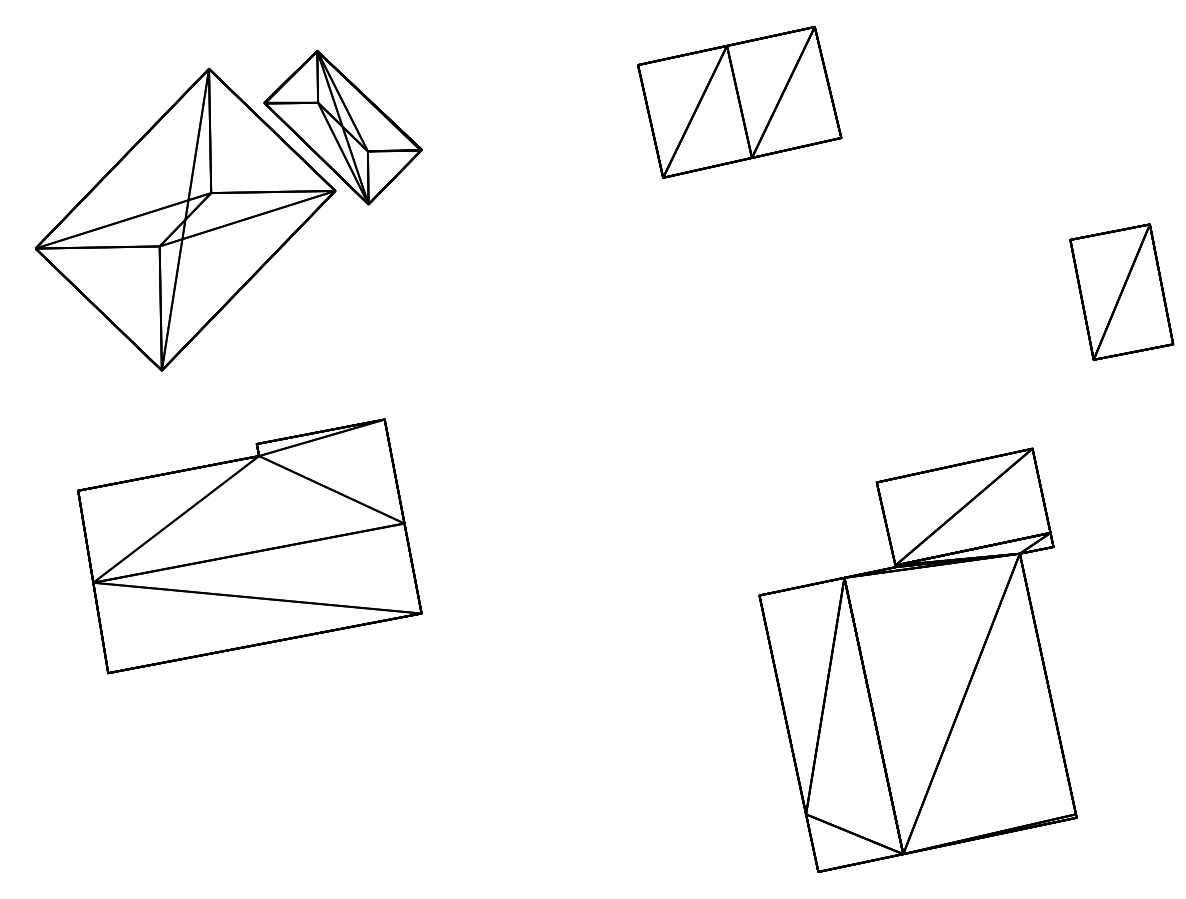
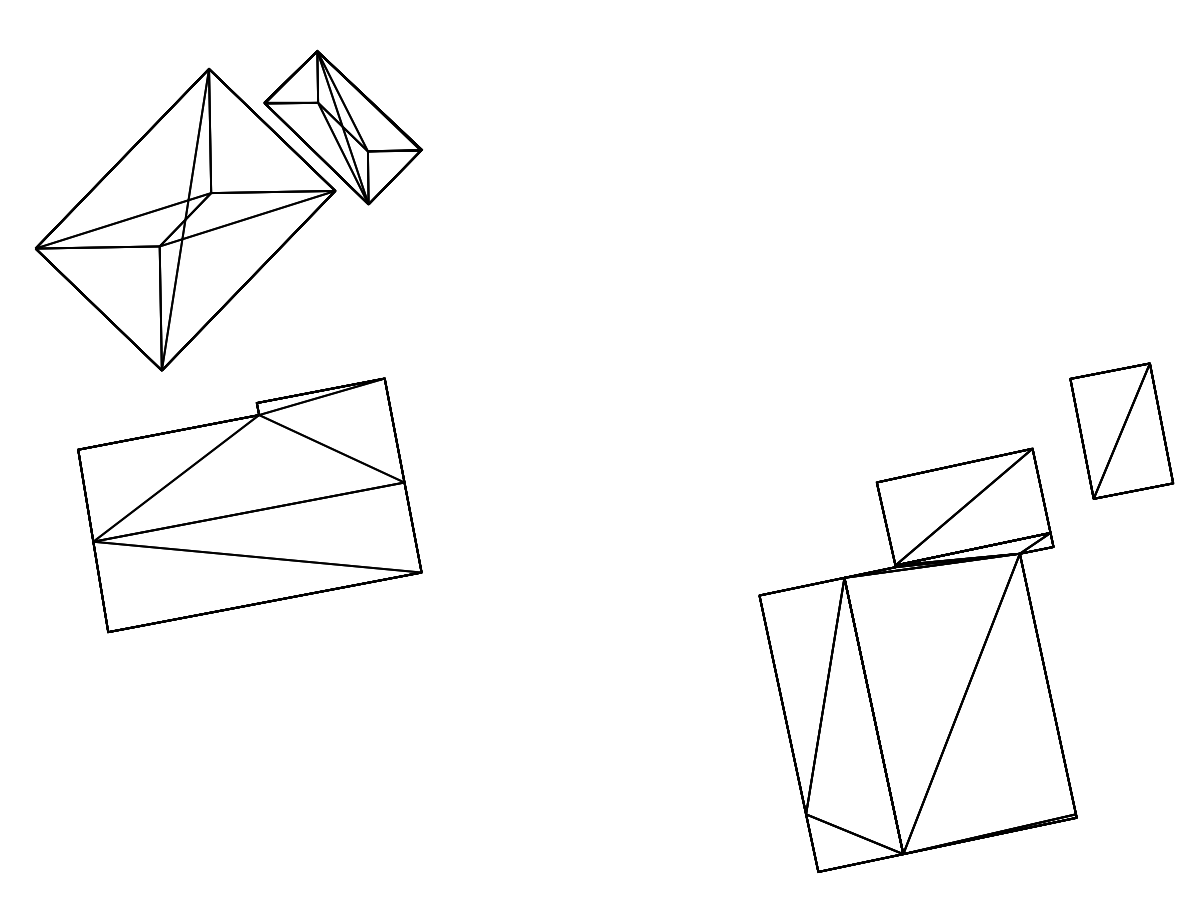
part at (739, 102): present -> none
part at (1121, 291) position: (1121, 291) -> (1121, 430)
part at (249, 546) position: (249, 546) -> (249, 505)
